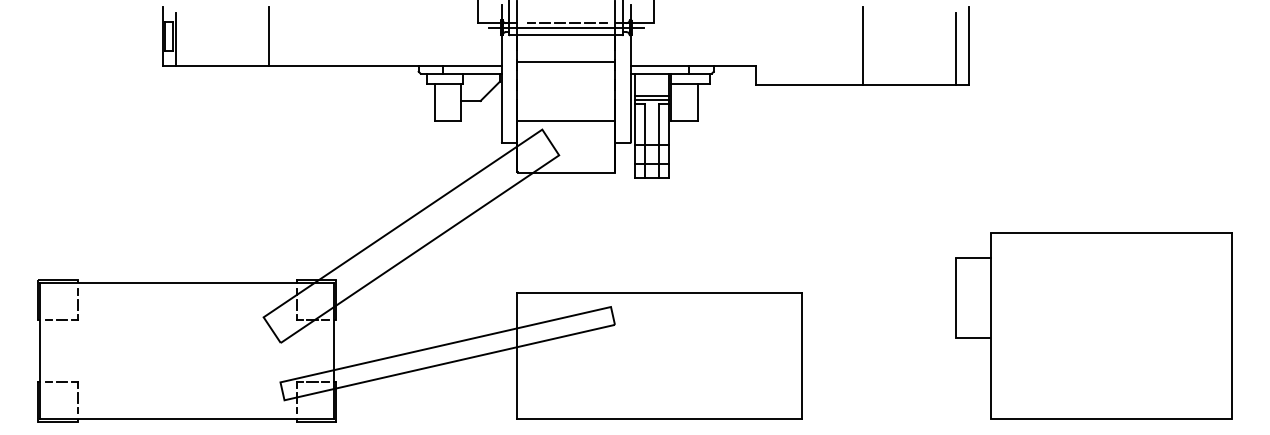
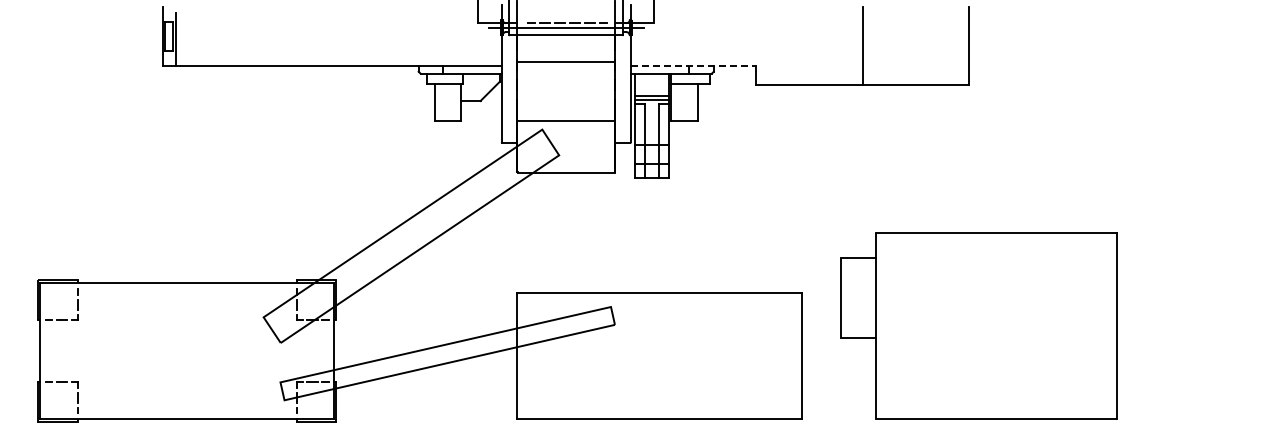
line at (269, 36): present -> none
line at (956, 48): present -> none
line at (693, 65): solid -> dashed
part at (1093, 325) position: (1093, 325) -> (978, 325)
